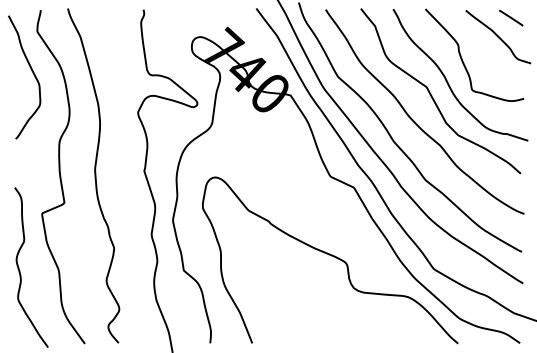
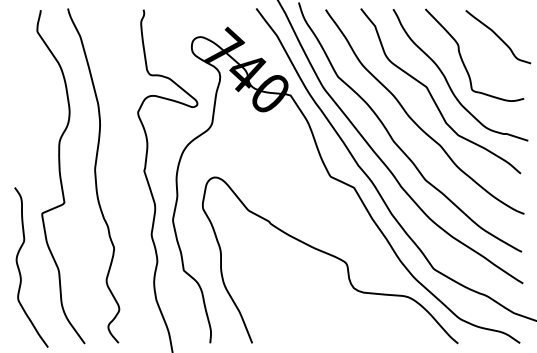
line at (511, 17): present -> none
curve at (32, 73): present -> none
